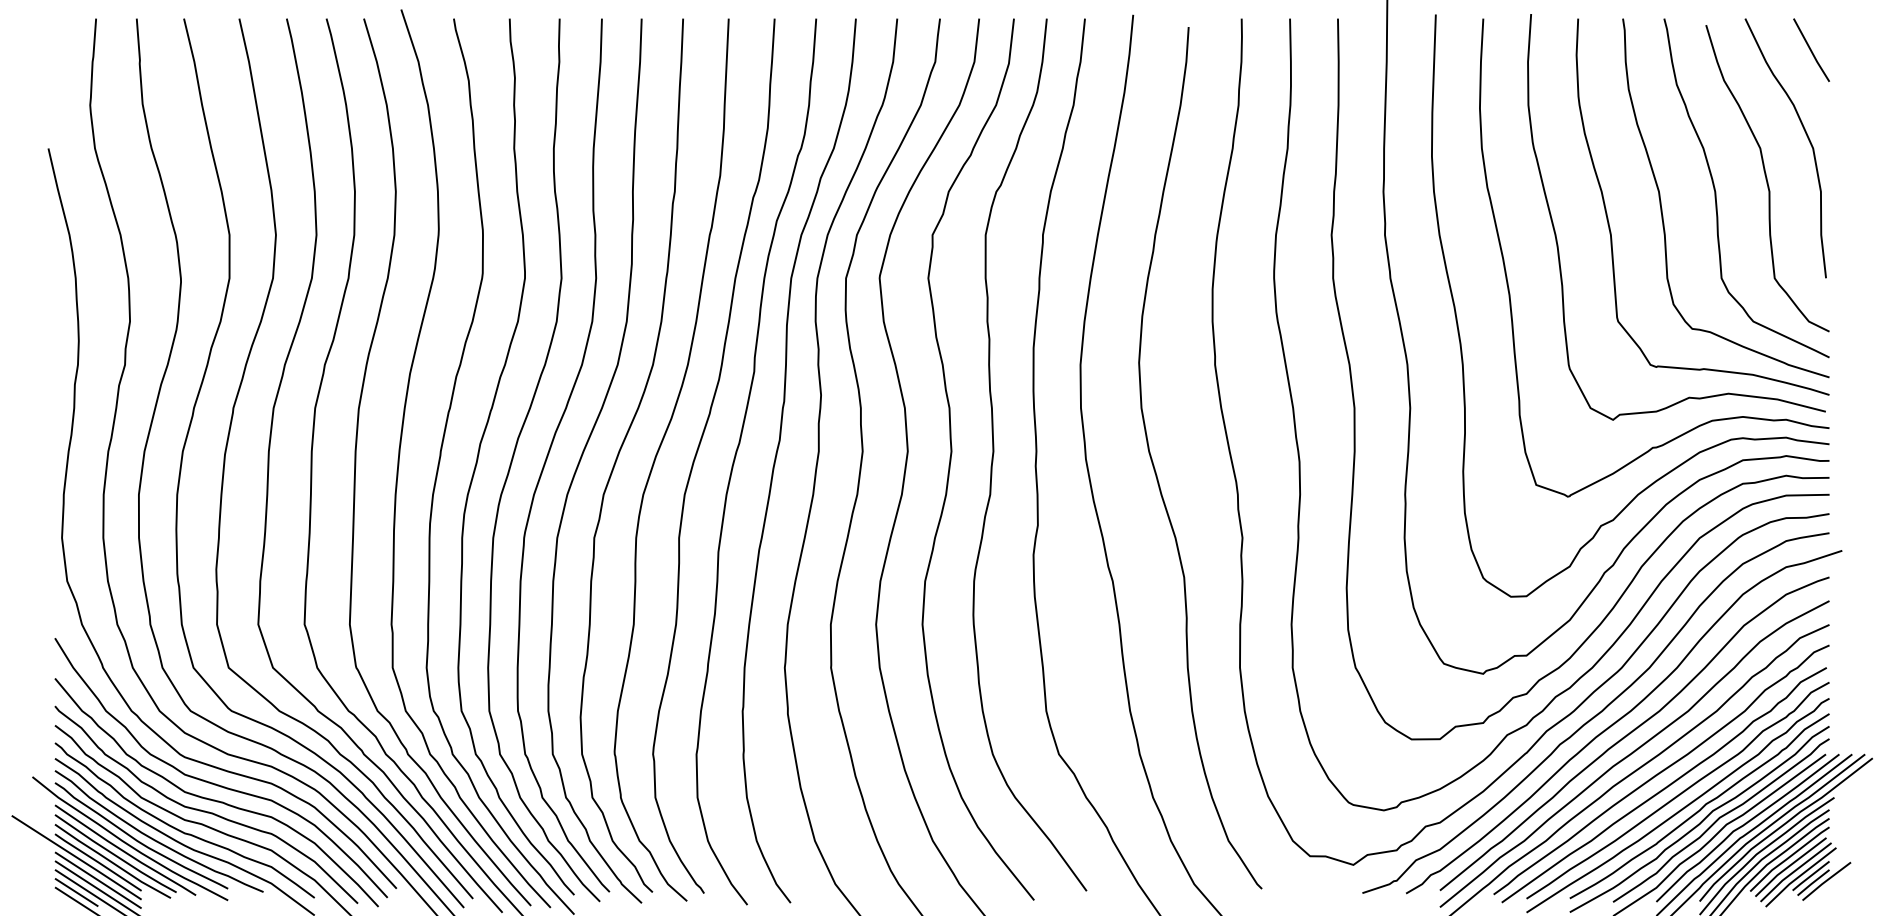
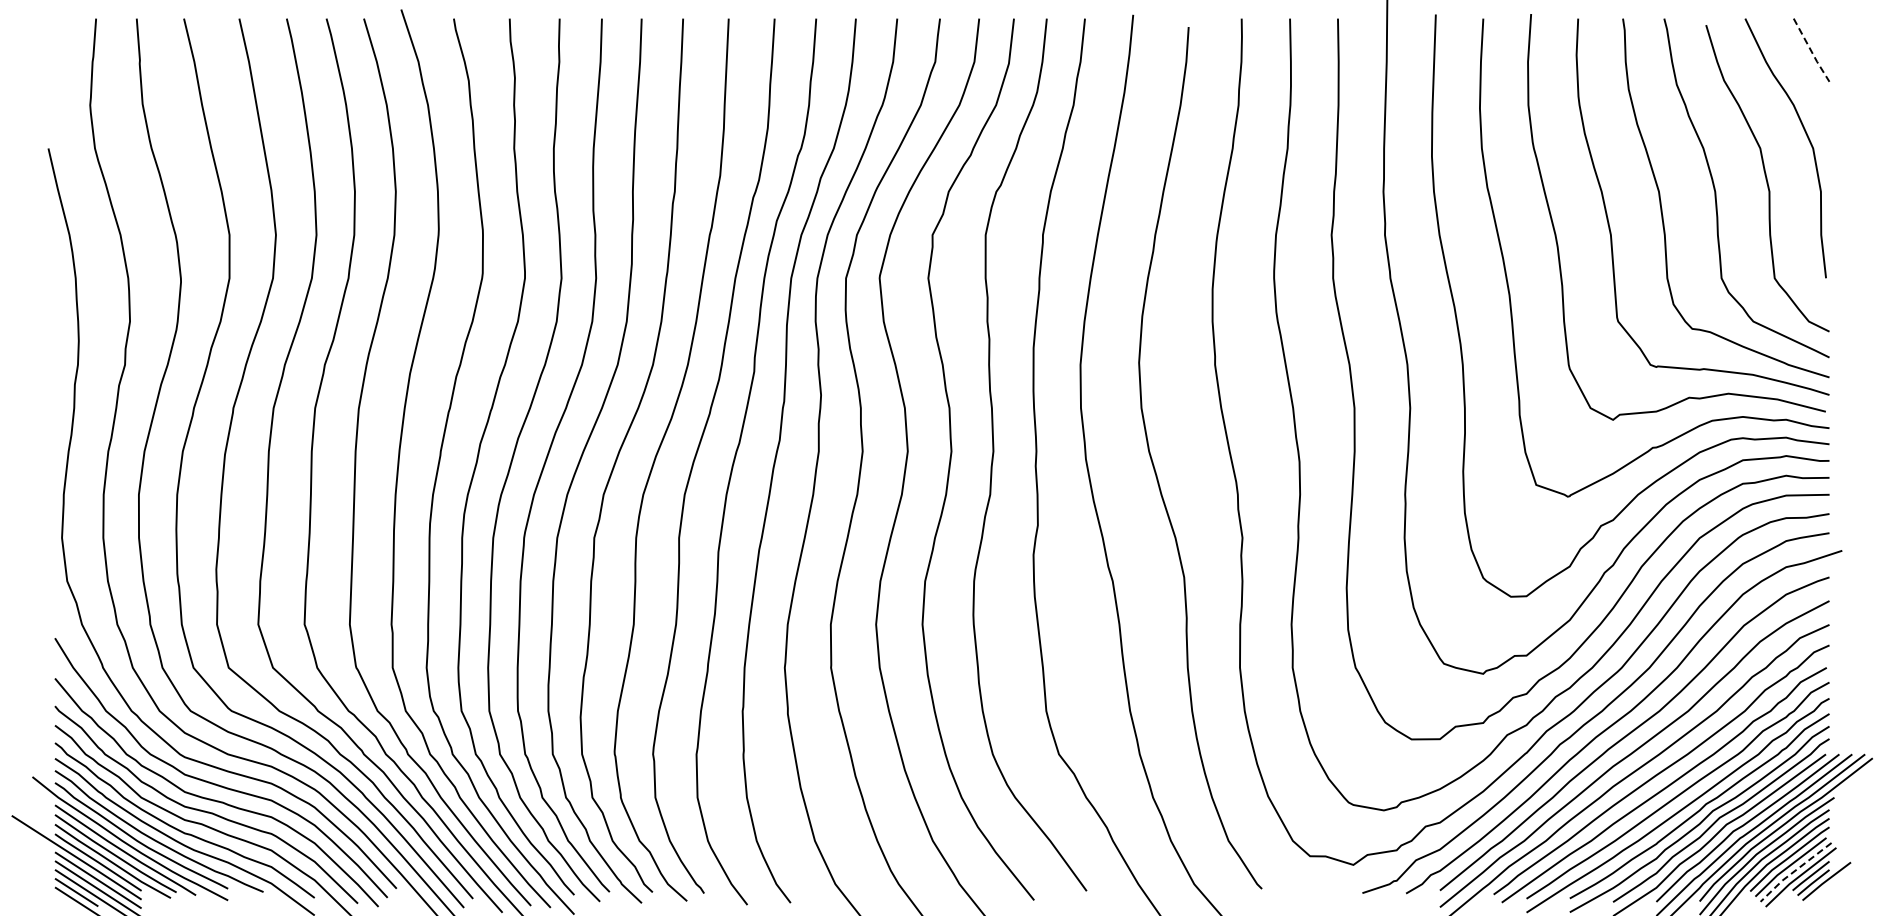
line at (1811, 51): solid -> dashed
line at (1794, 871): solid -> dashed
